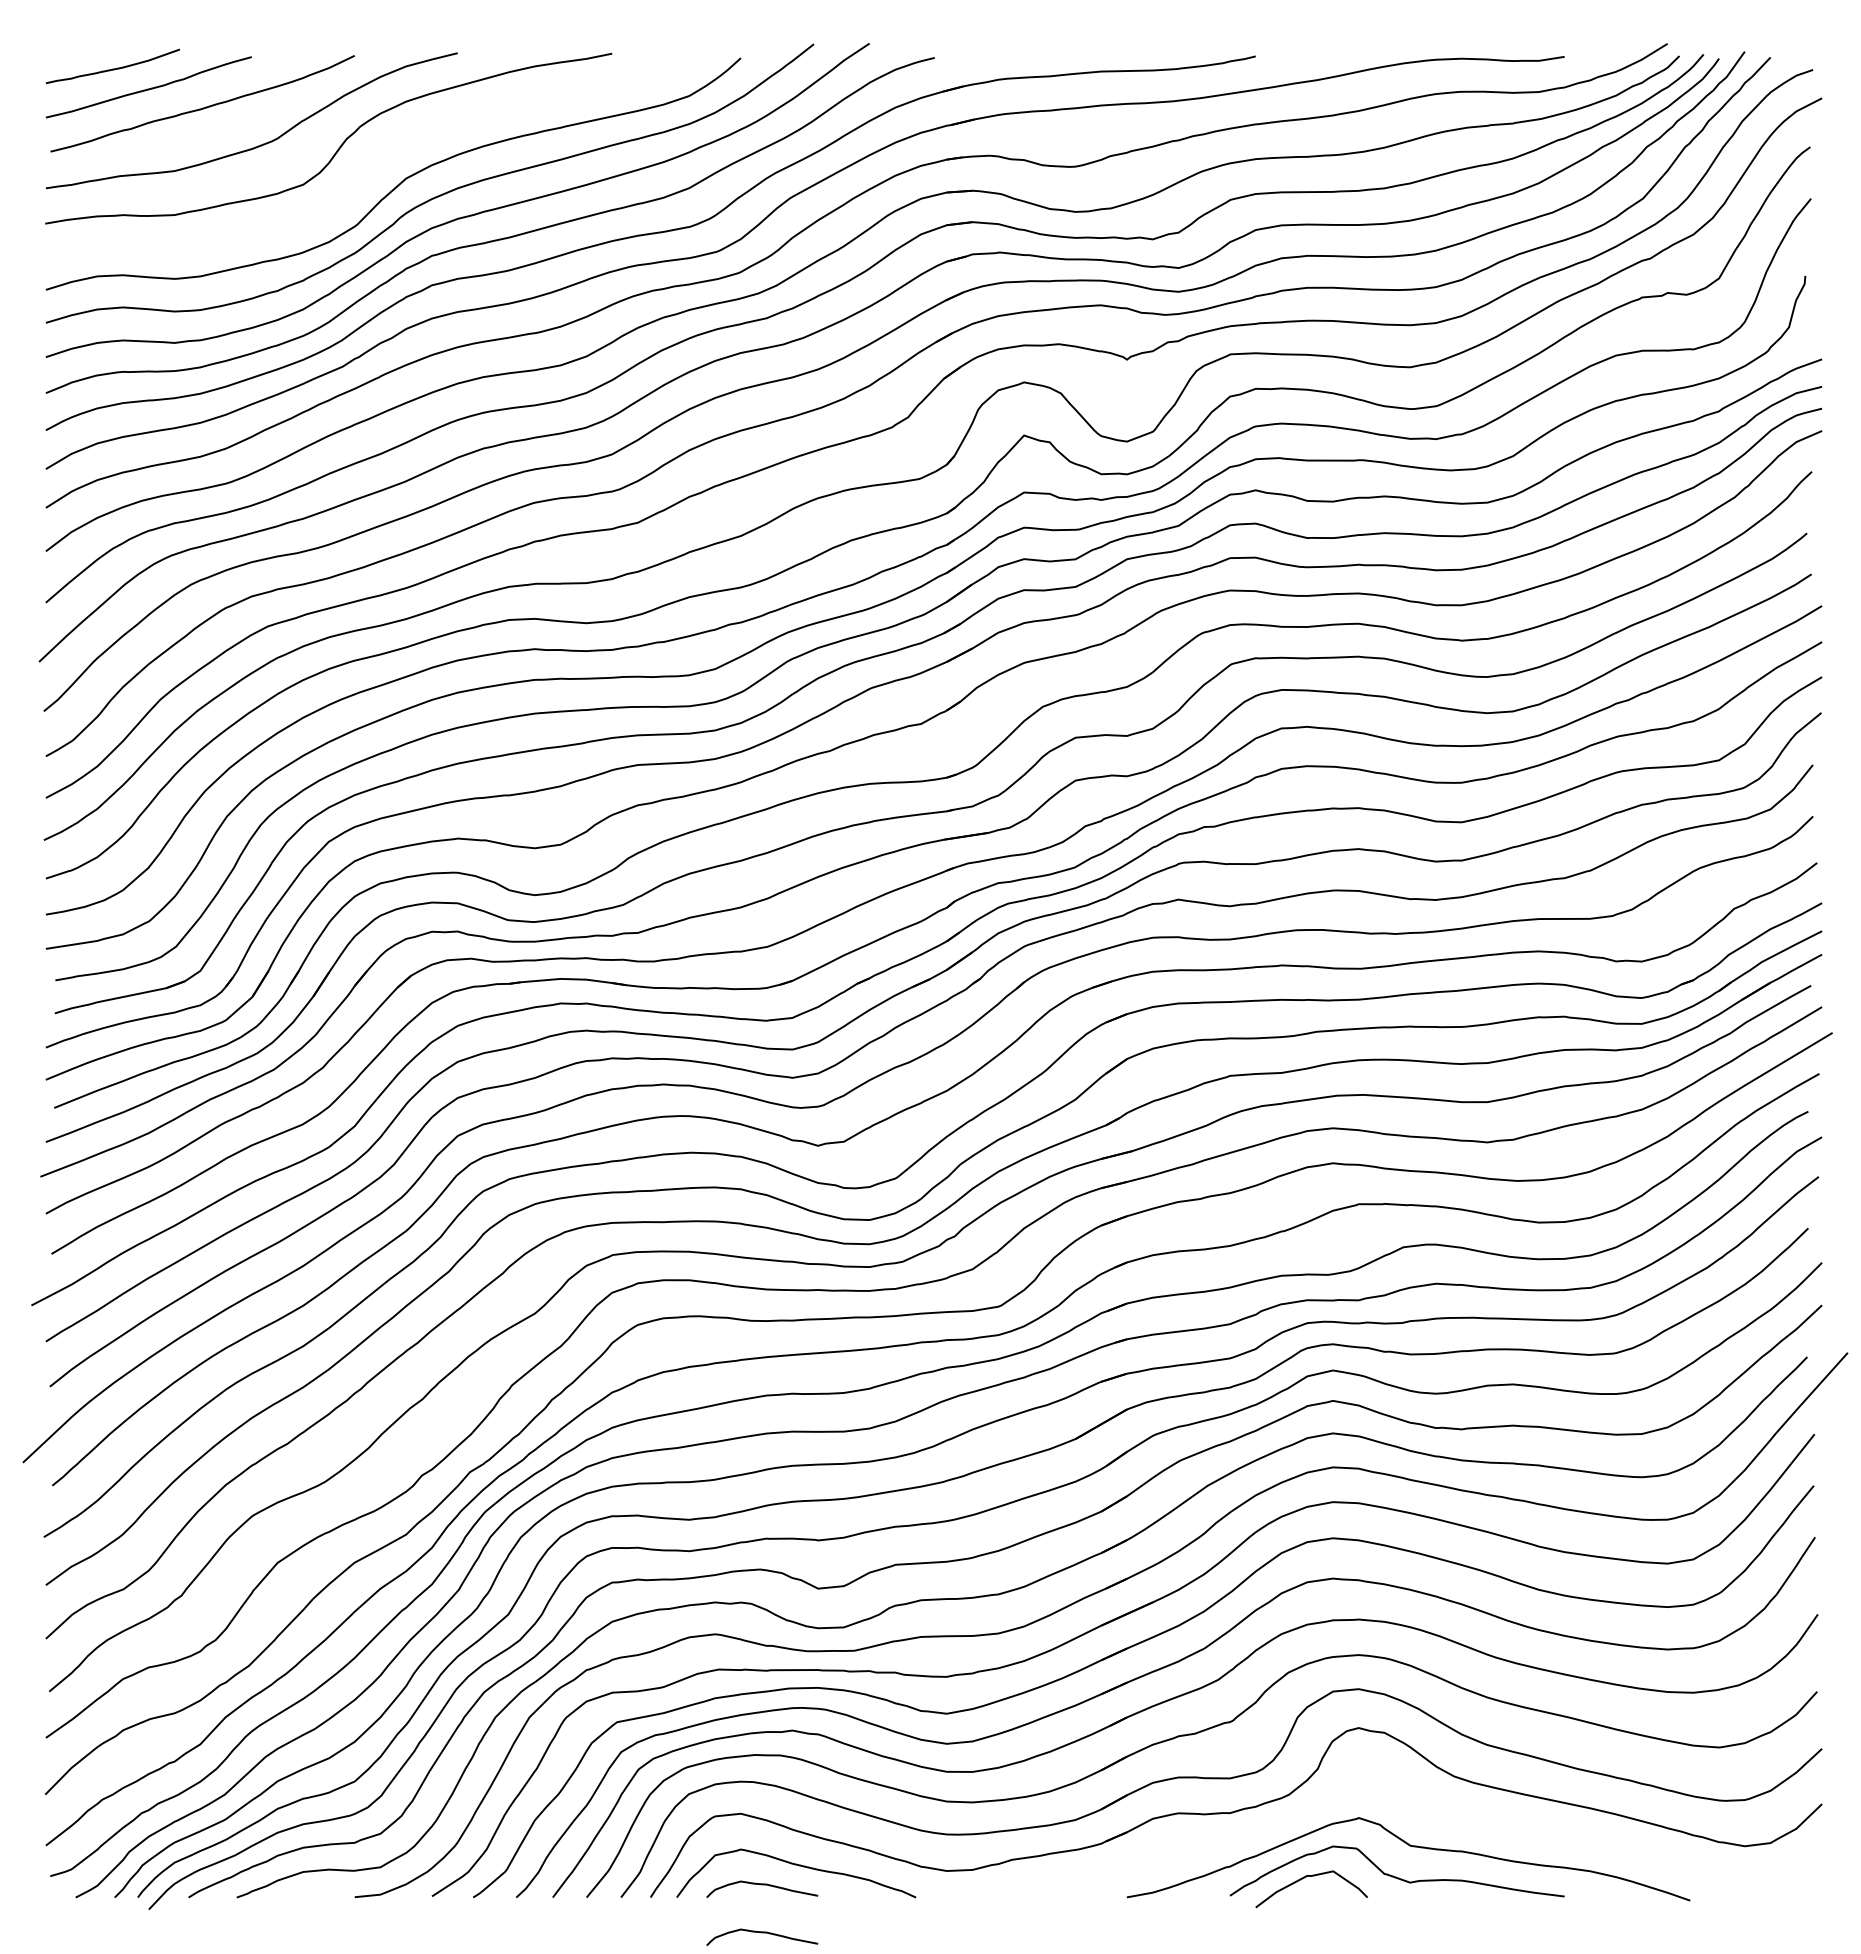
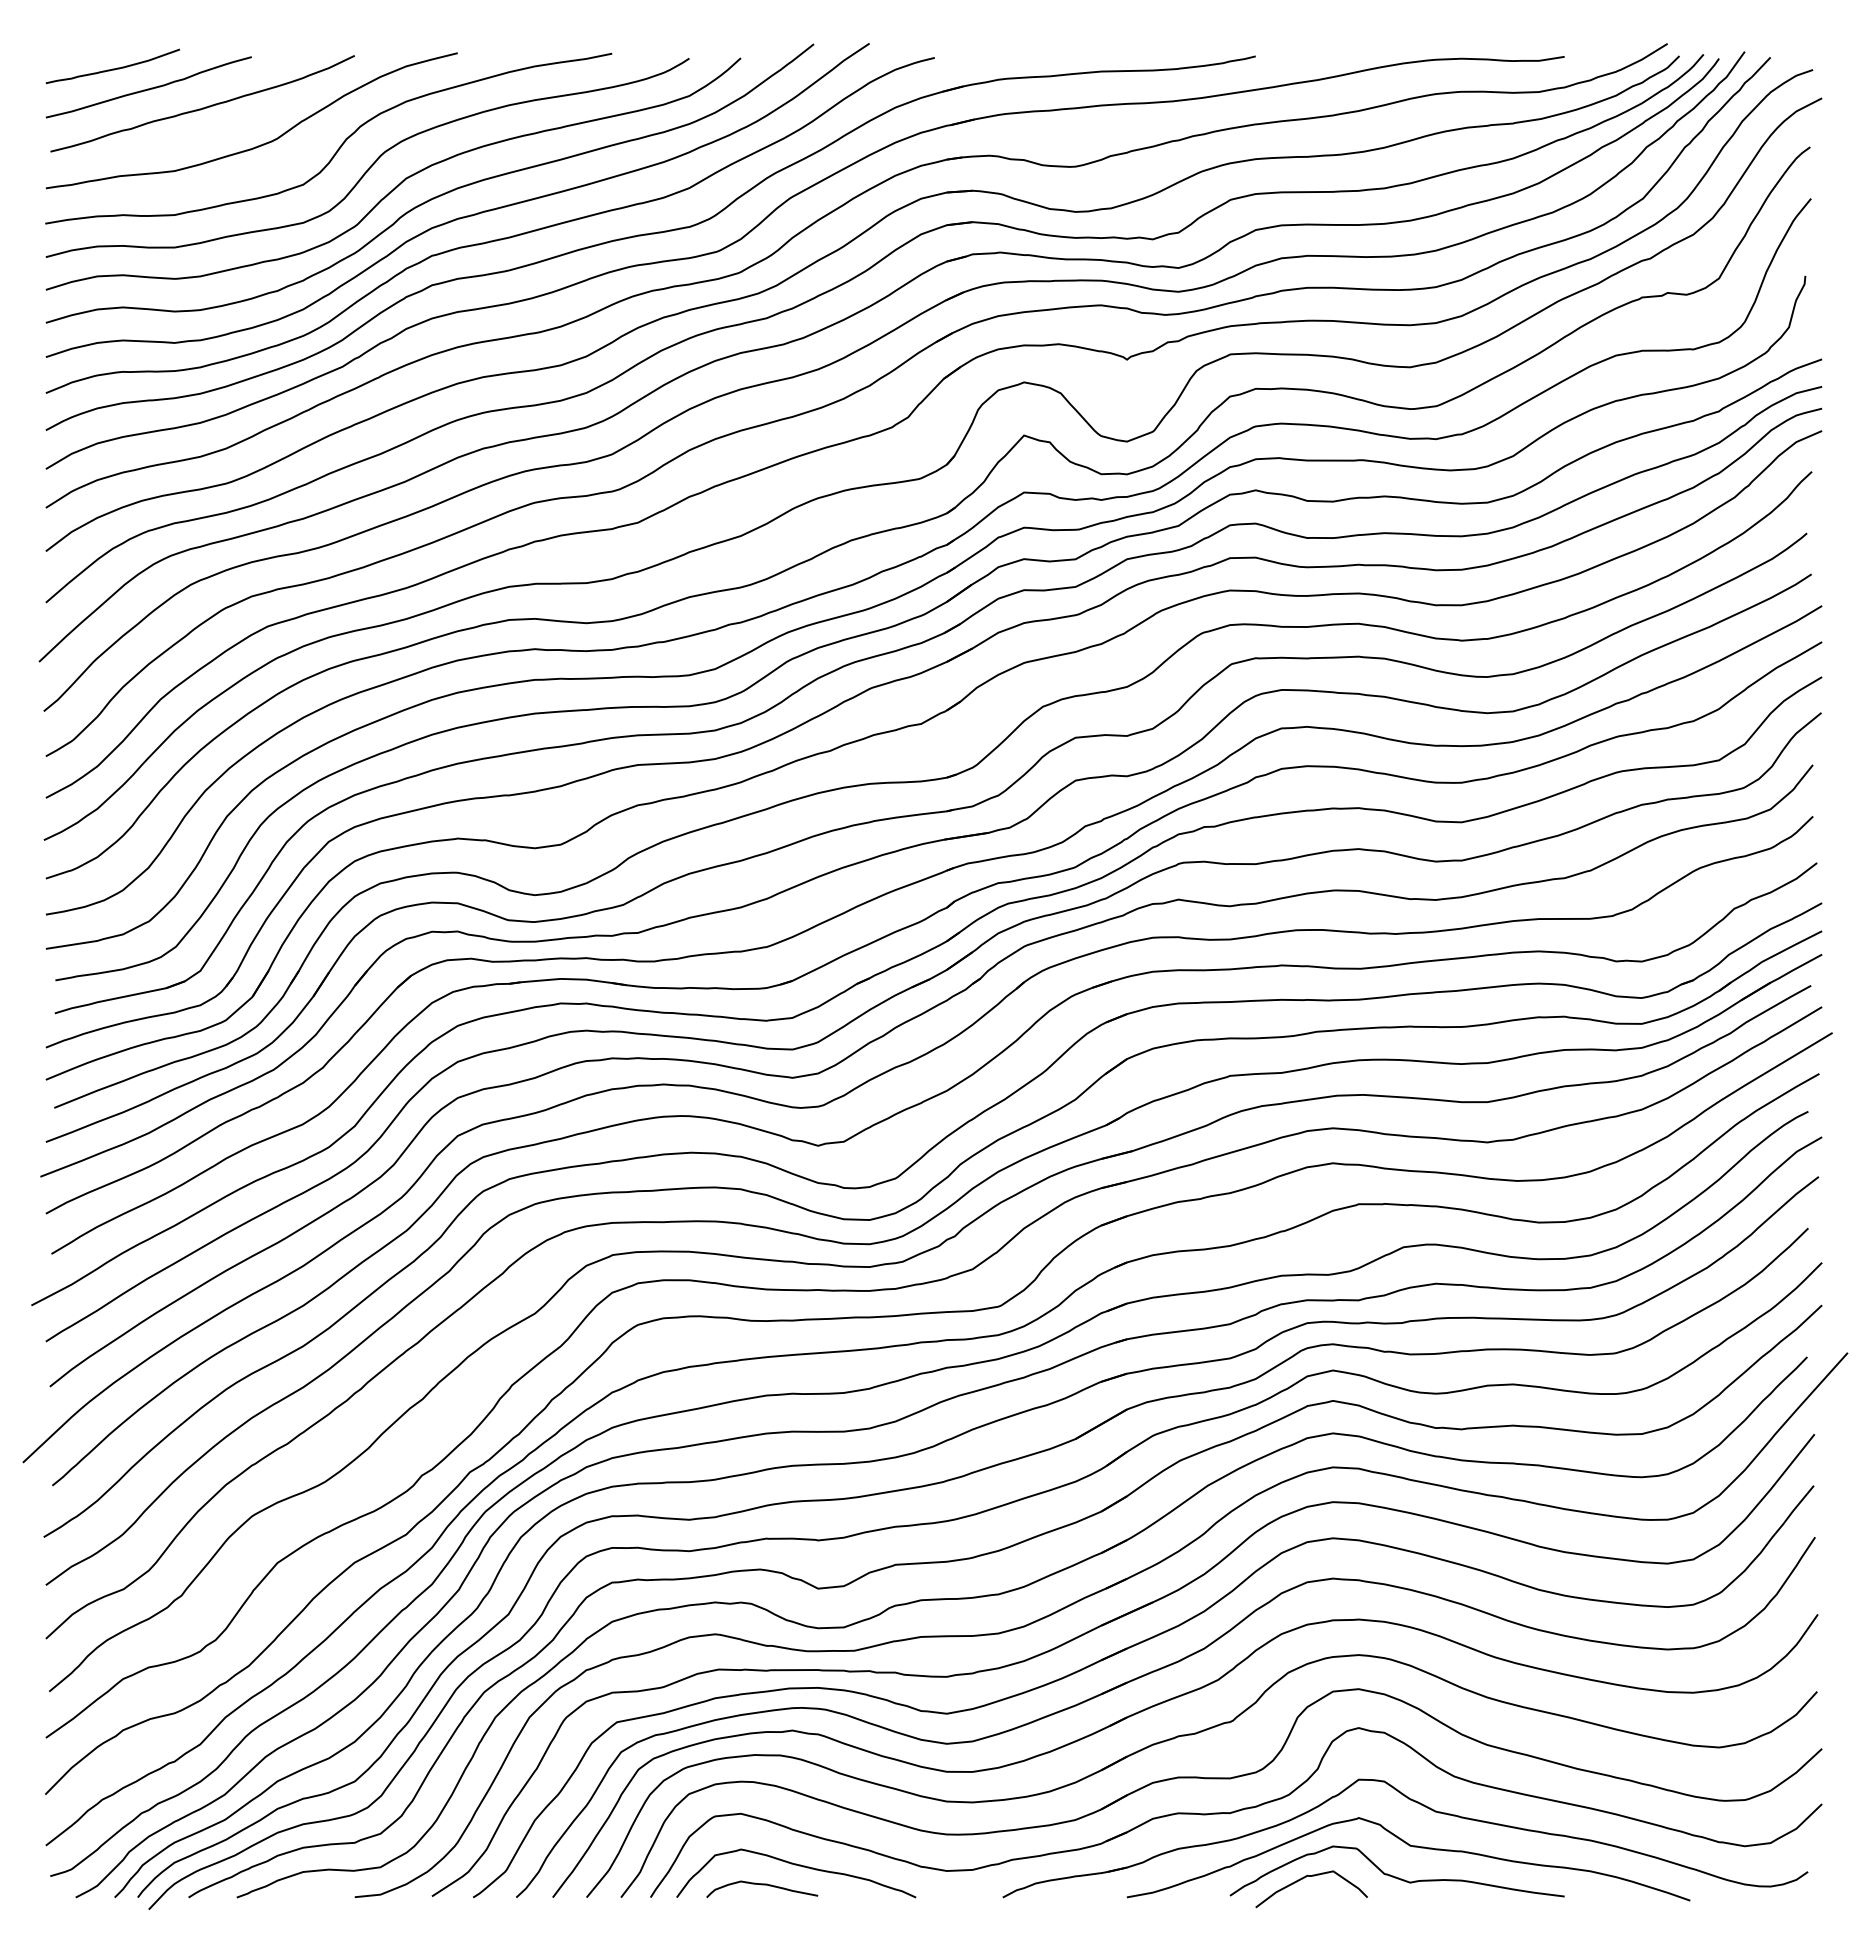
curve at (373, 162): none -> present
part at (1421, 1805): none -> present
curve at (762, 1933): present -> none
